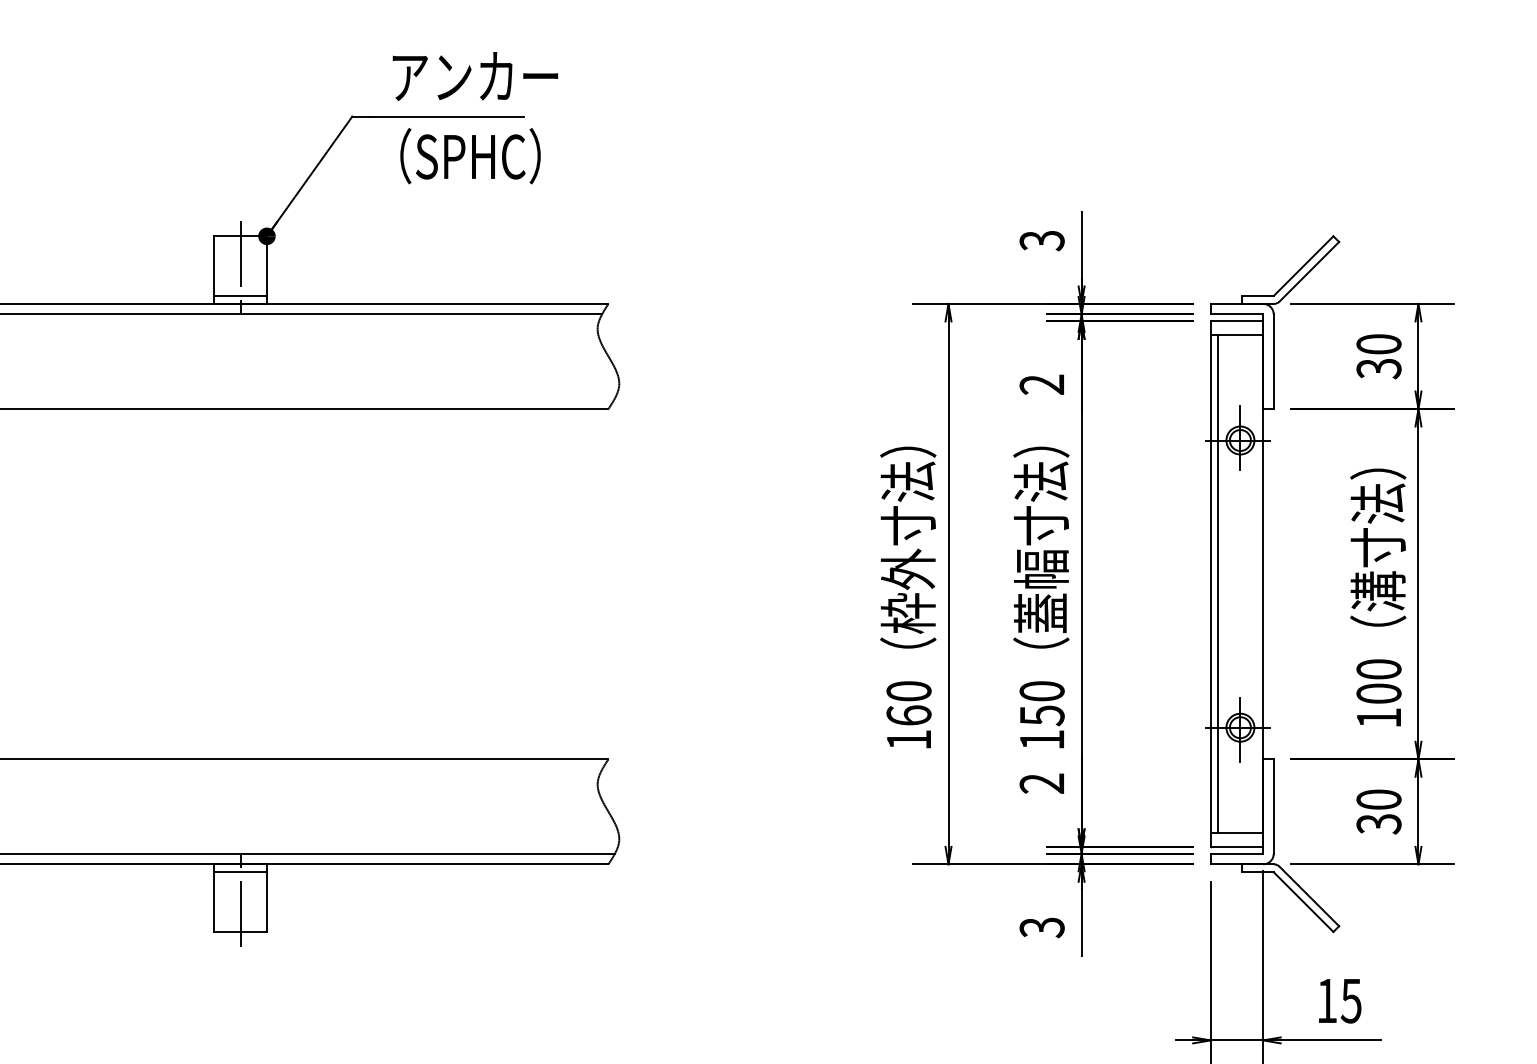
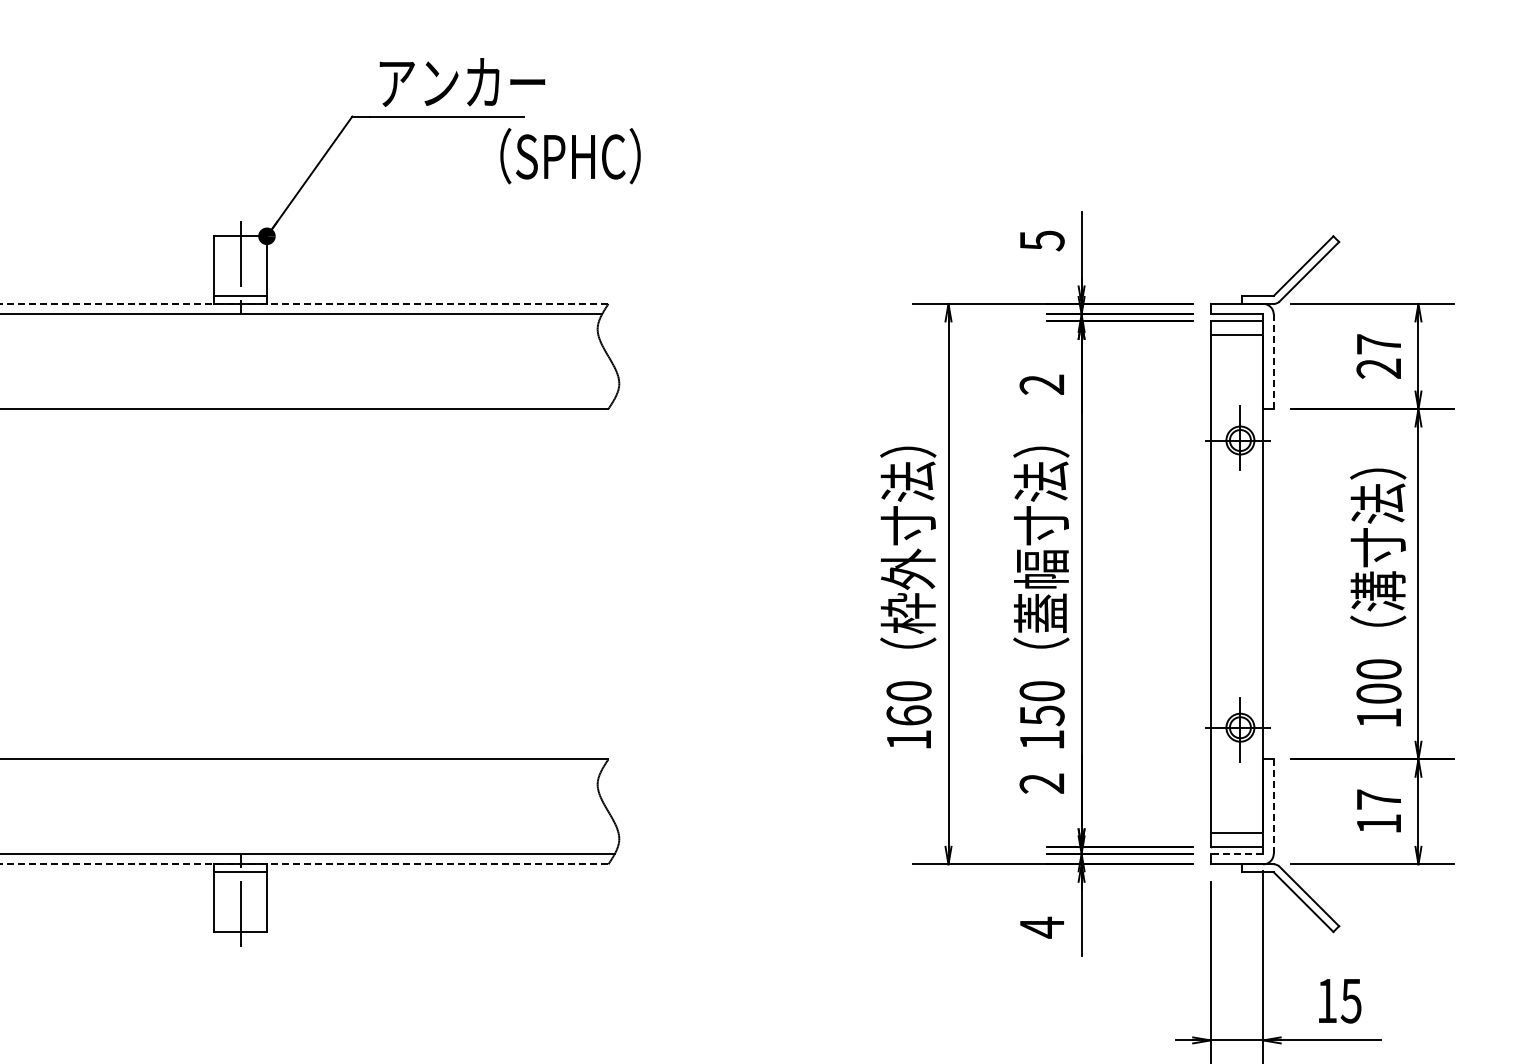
text at (475, 76) position: (475, 76) -> (462, 82)
text at (470, 156) position: (470, 156) -> (570, 156)
text at (1041, 240): 3 -> 5
line at (304, 303): solid -> dashed
text at (1378, 356): 30 -> 27
line at (1273, 361): solid -> dashed
line at (1217, 583): present -> none
line at (1273, 807): solid -> dashed
text at (1378, 811): 30 -> 17
line at (1236, 853): solid -> dashed
line at (304, 864): solid -> dashed
text at (1041, 927): 3 -> 4
